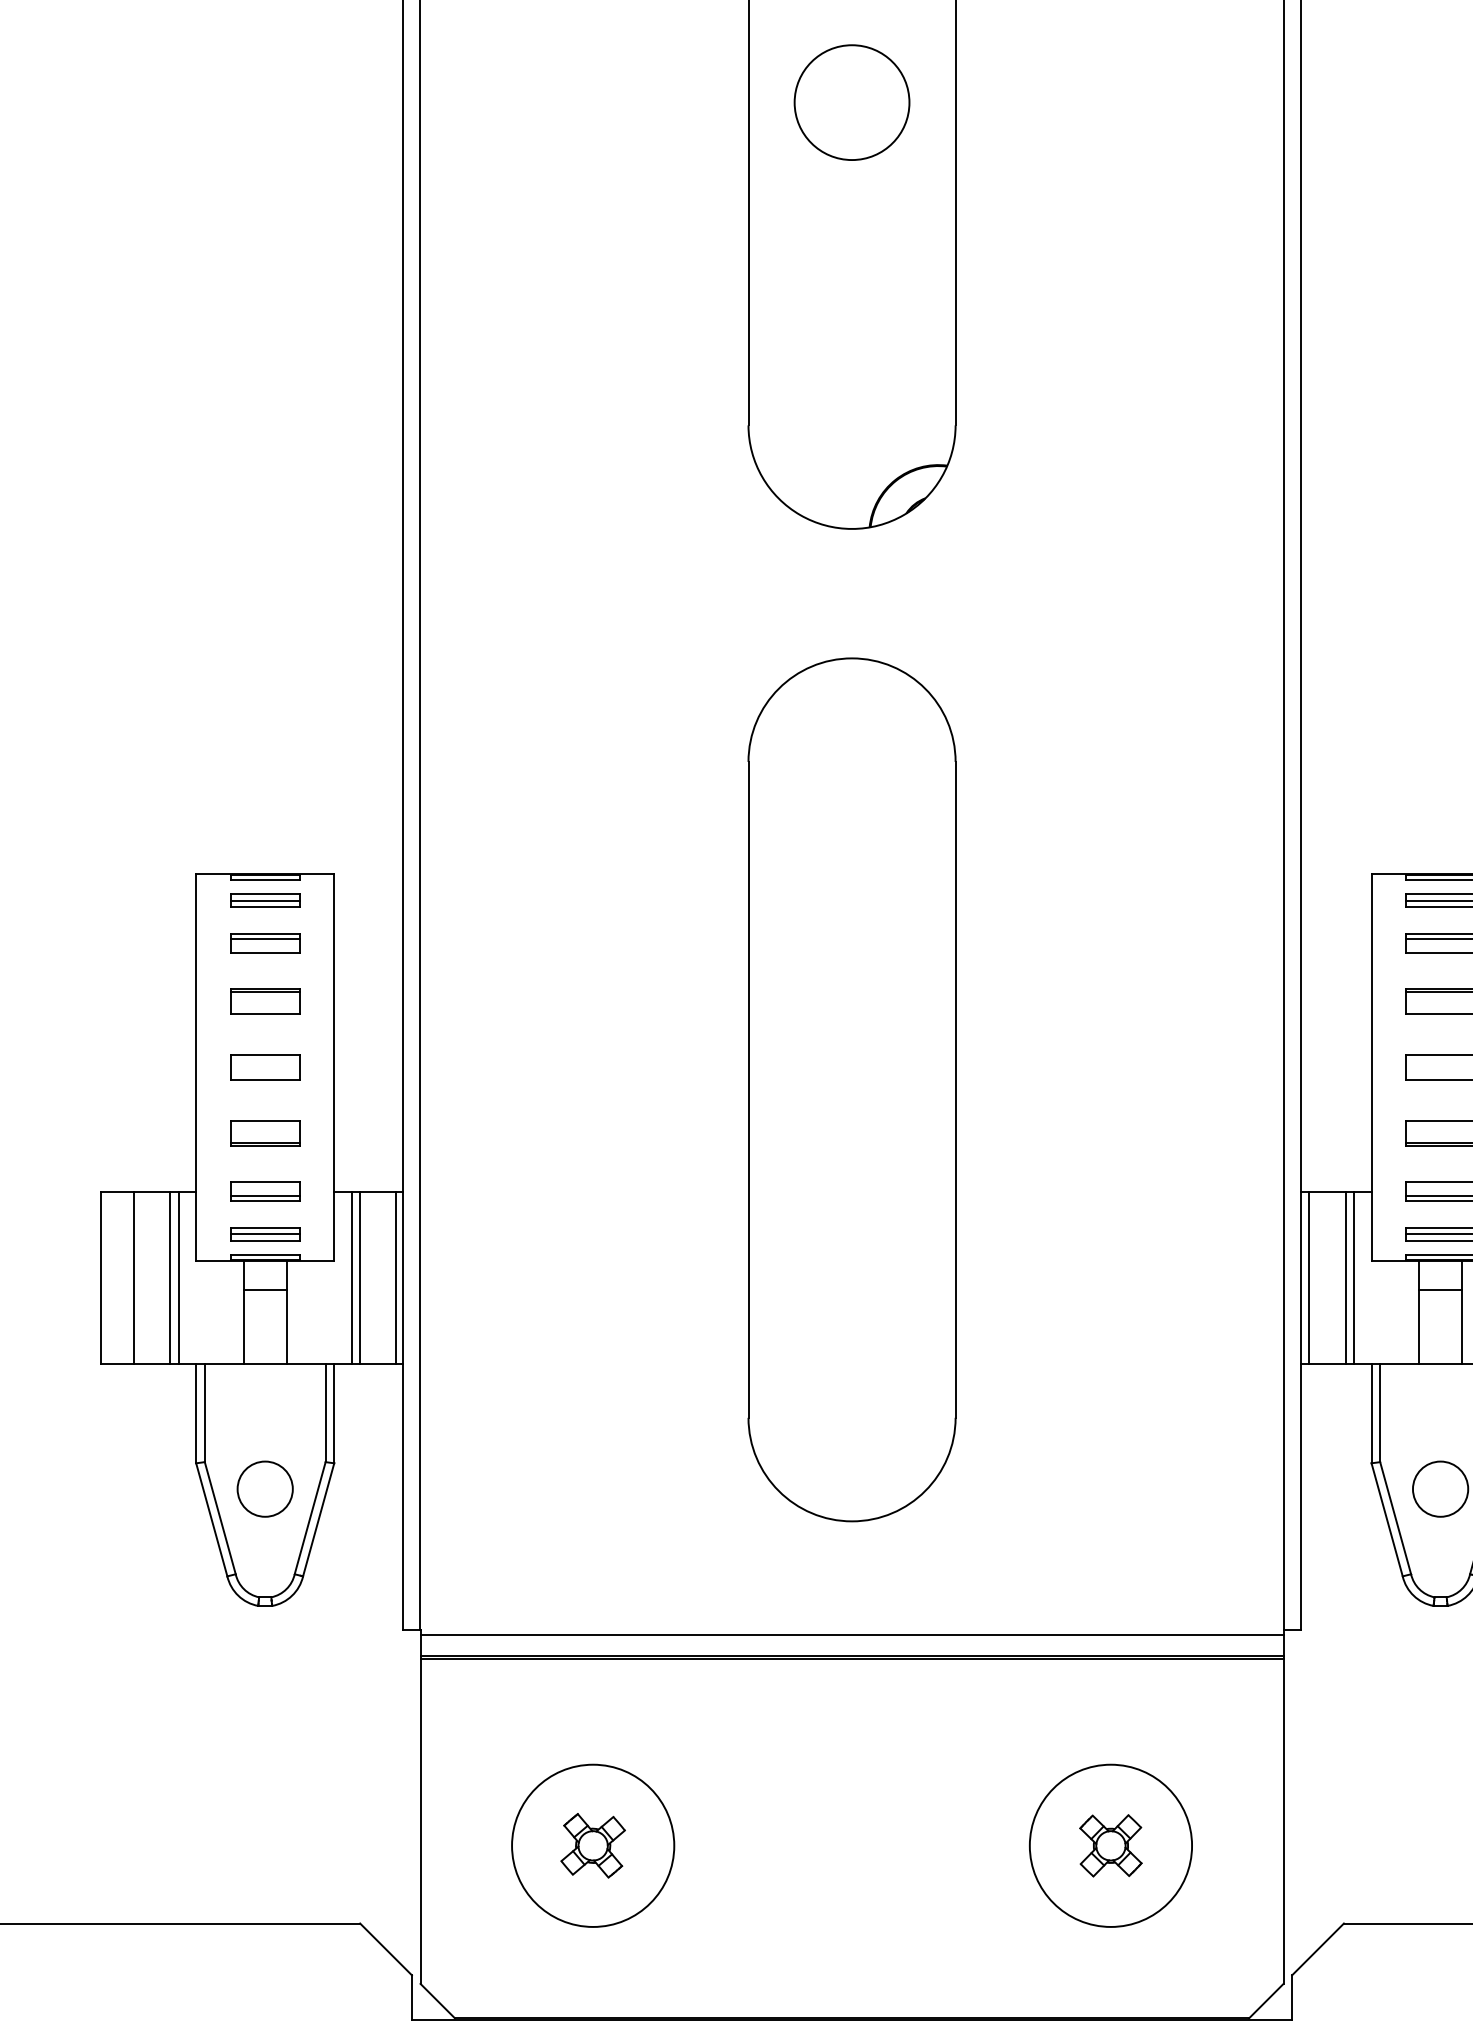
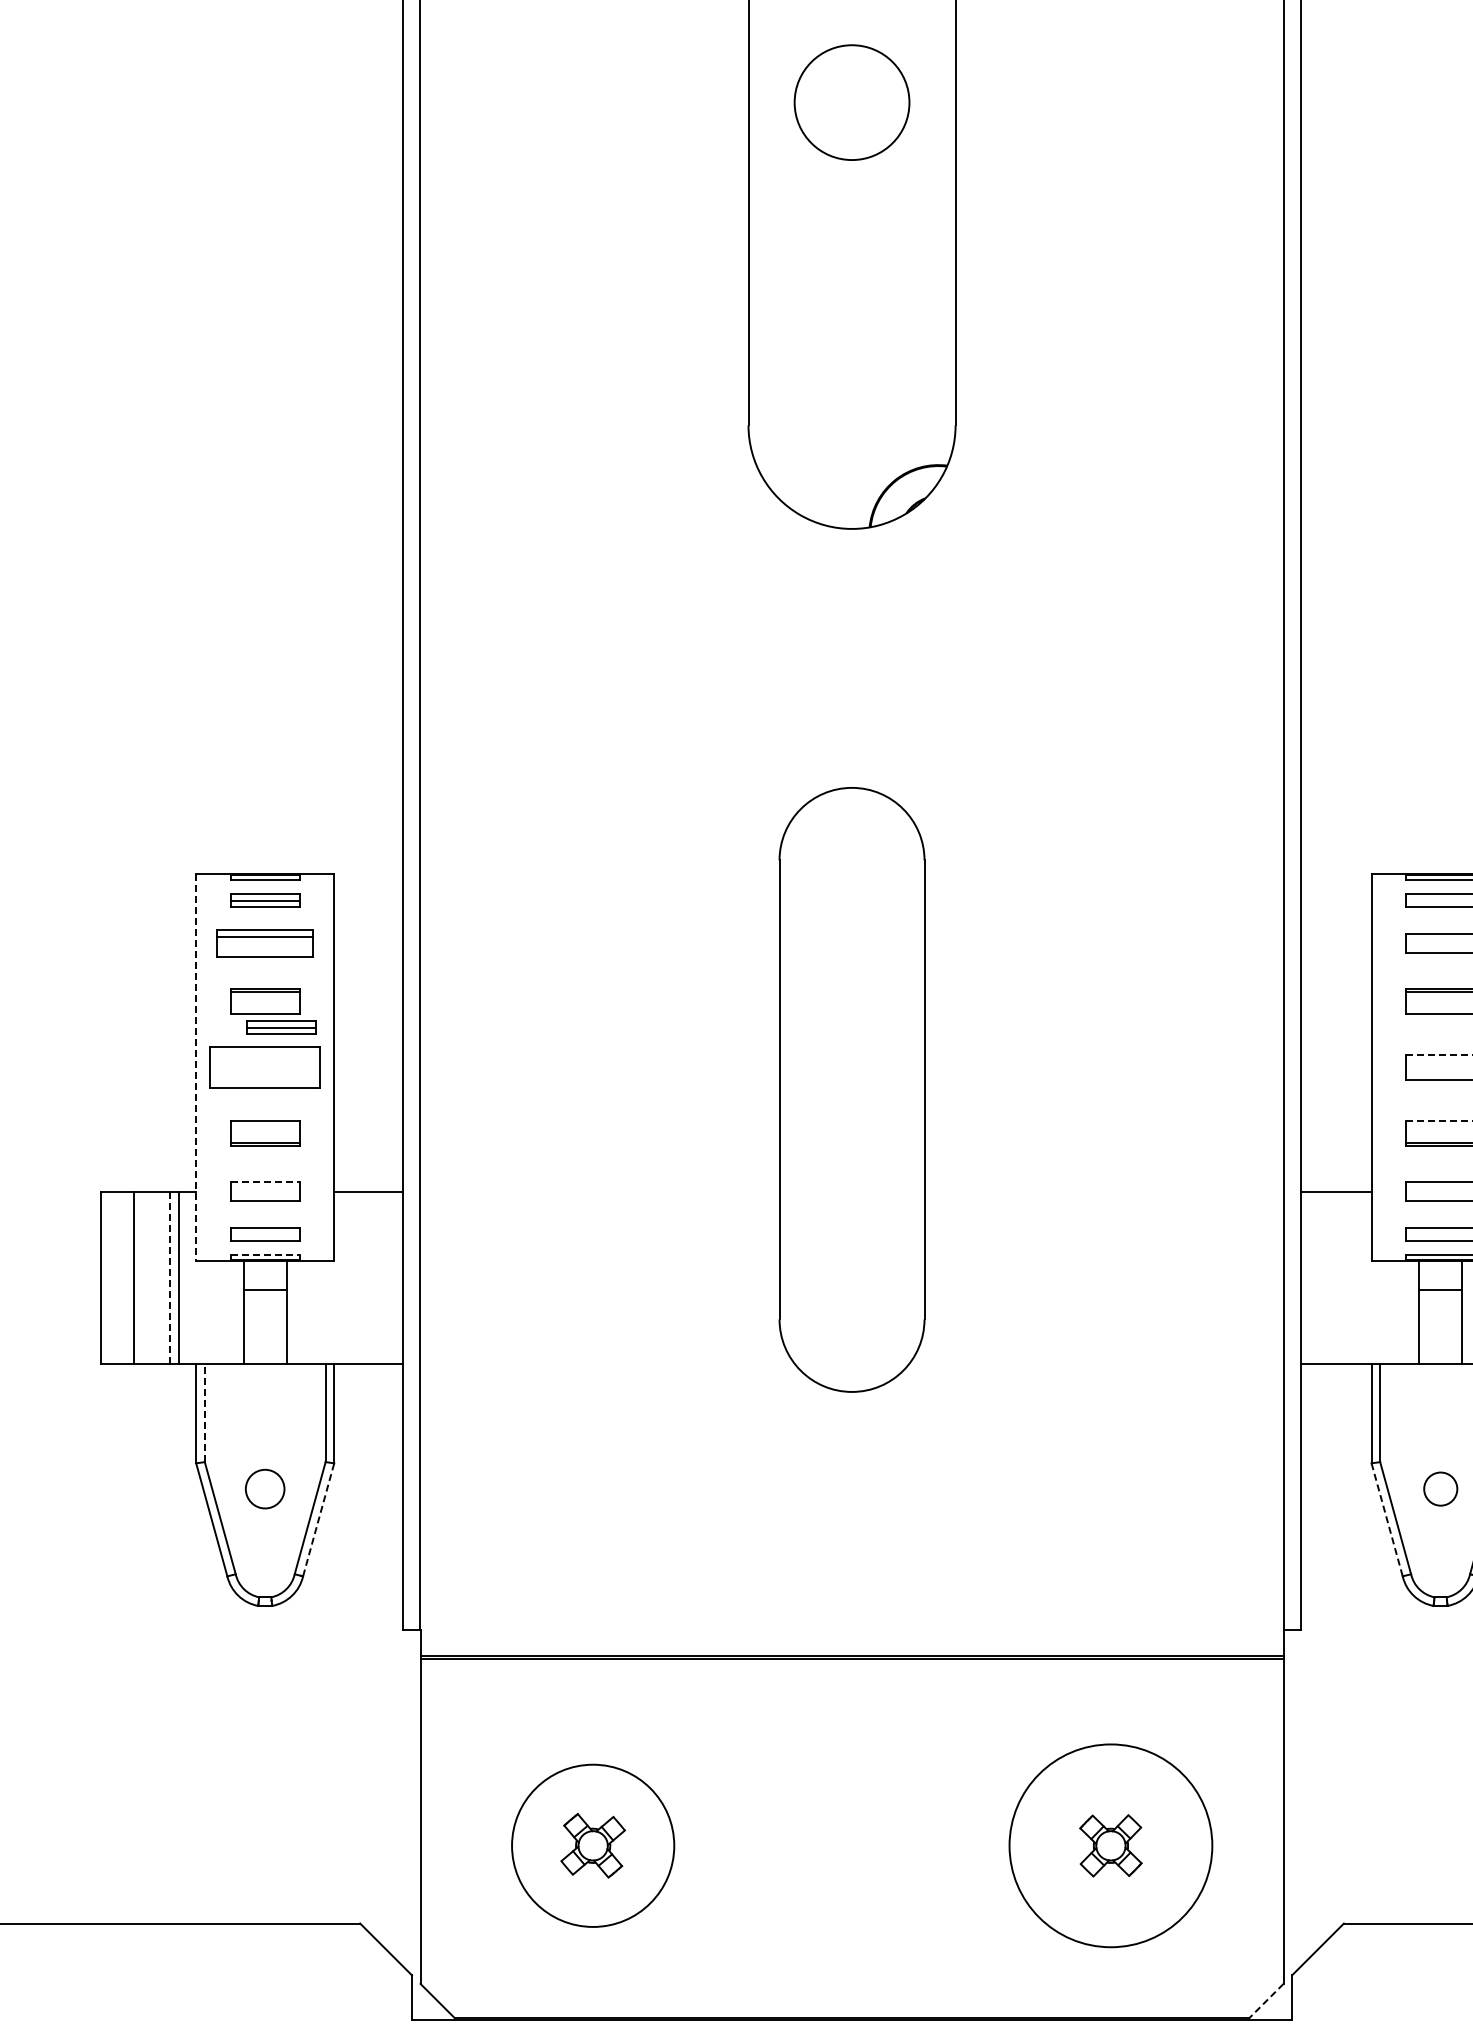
line at (1437, 901): present -> none
line at (1437, 938): present -> none
part at (265, 943) size: 71x21 px -> 98x29 px
part at (281, 1027): none -> present
line at (1439, 1054): solid -> dashed
line at (196, 1067): solid -> dashed
part at (265, 1067) size: 71x27 px -> 112x43 px
part at (851, 1089) size: 210x866 px -> 148x606 px
line at (1439, 1121): solid -> dashed
line at (265, 1181): solid -> dashed
line at (264, 1196): present -> none
line at (1437, 1196): present -> none
line at (264, 1233): present -> none
line at (1437, 1233): present -> none
line at (265, 1255): solid -> dashed
line at (351, 1277): present -> none
line at (360, 1277): present -> none
line at (396, 1277): present -> none
line at (1309, 1277): present -> none
line at (1345, 1277): present -> none
line at (1354, 1277): present -> none
line at (170, 1278): solid -> dashed
line at (204, 1413): solid -> dashed
circle at (264, 1488) size: 58x58 px -> 41x42 px
circle at (1440, 1488) size: 58x58 px -> 36x36 px
line at (318, 1519): solid -> dashed
line at (1387, 1519): solid -> dashed
line at (851, 1635): present -> none
circle at (1110, 1845) diameter: 162 px -> 203 px
line at (1265, 2001): solid -> dashed
